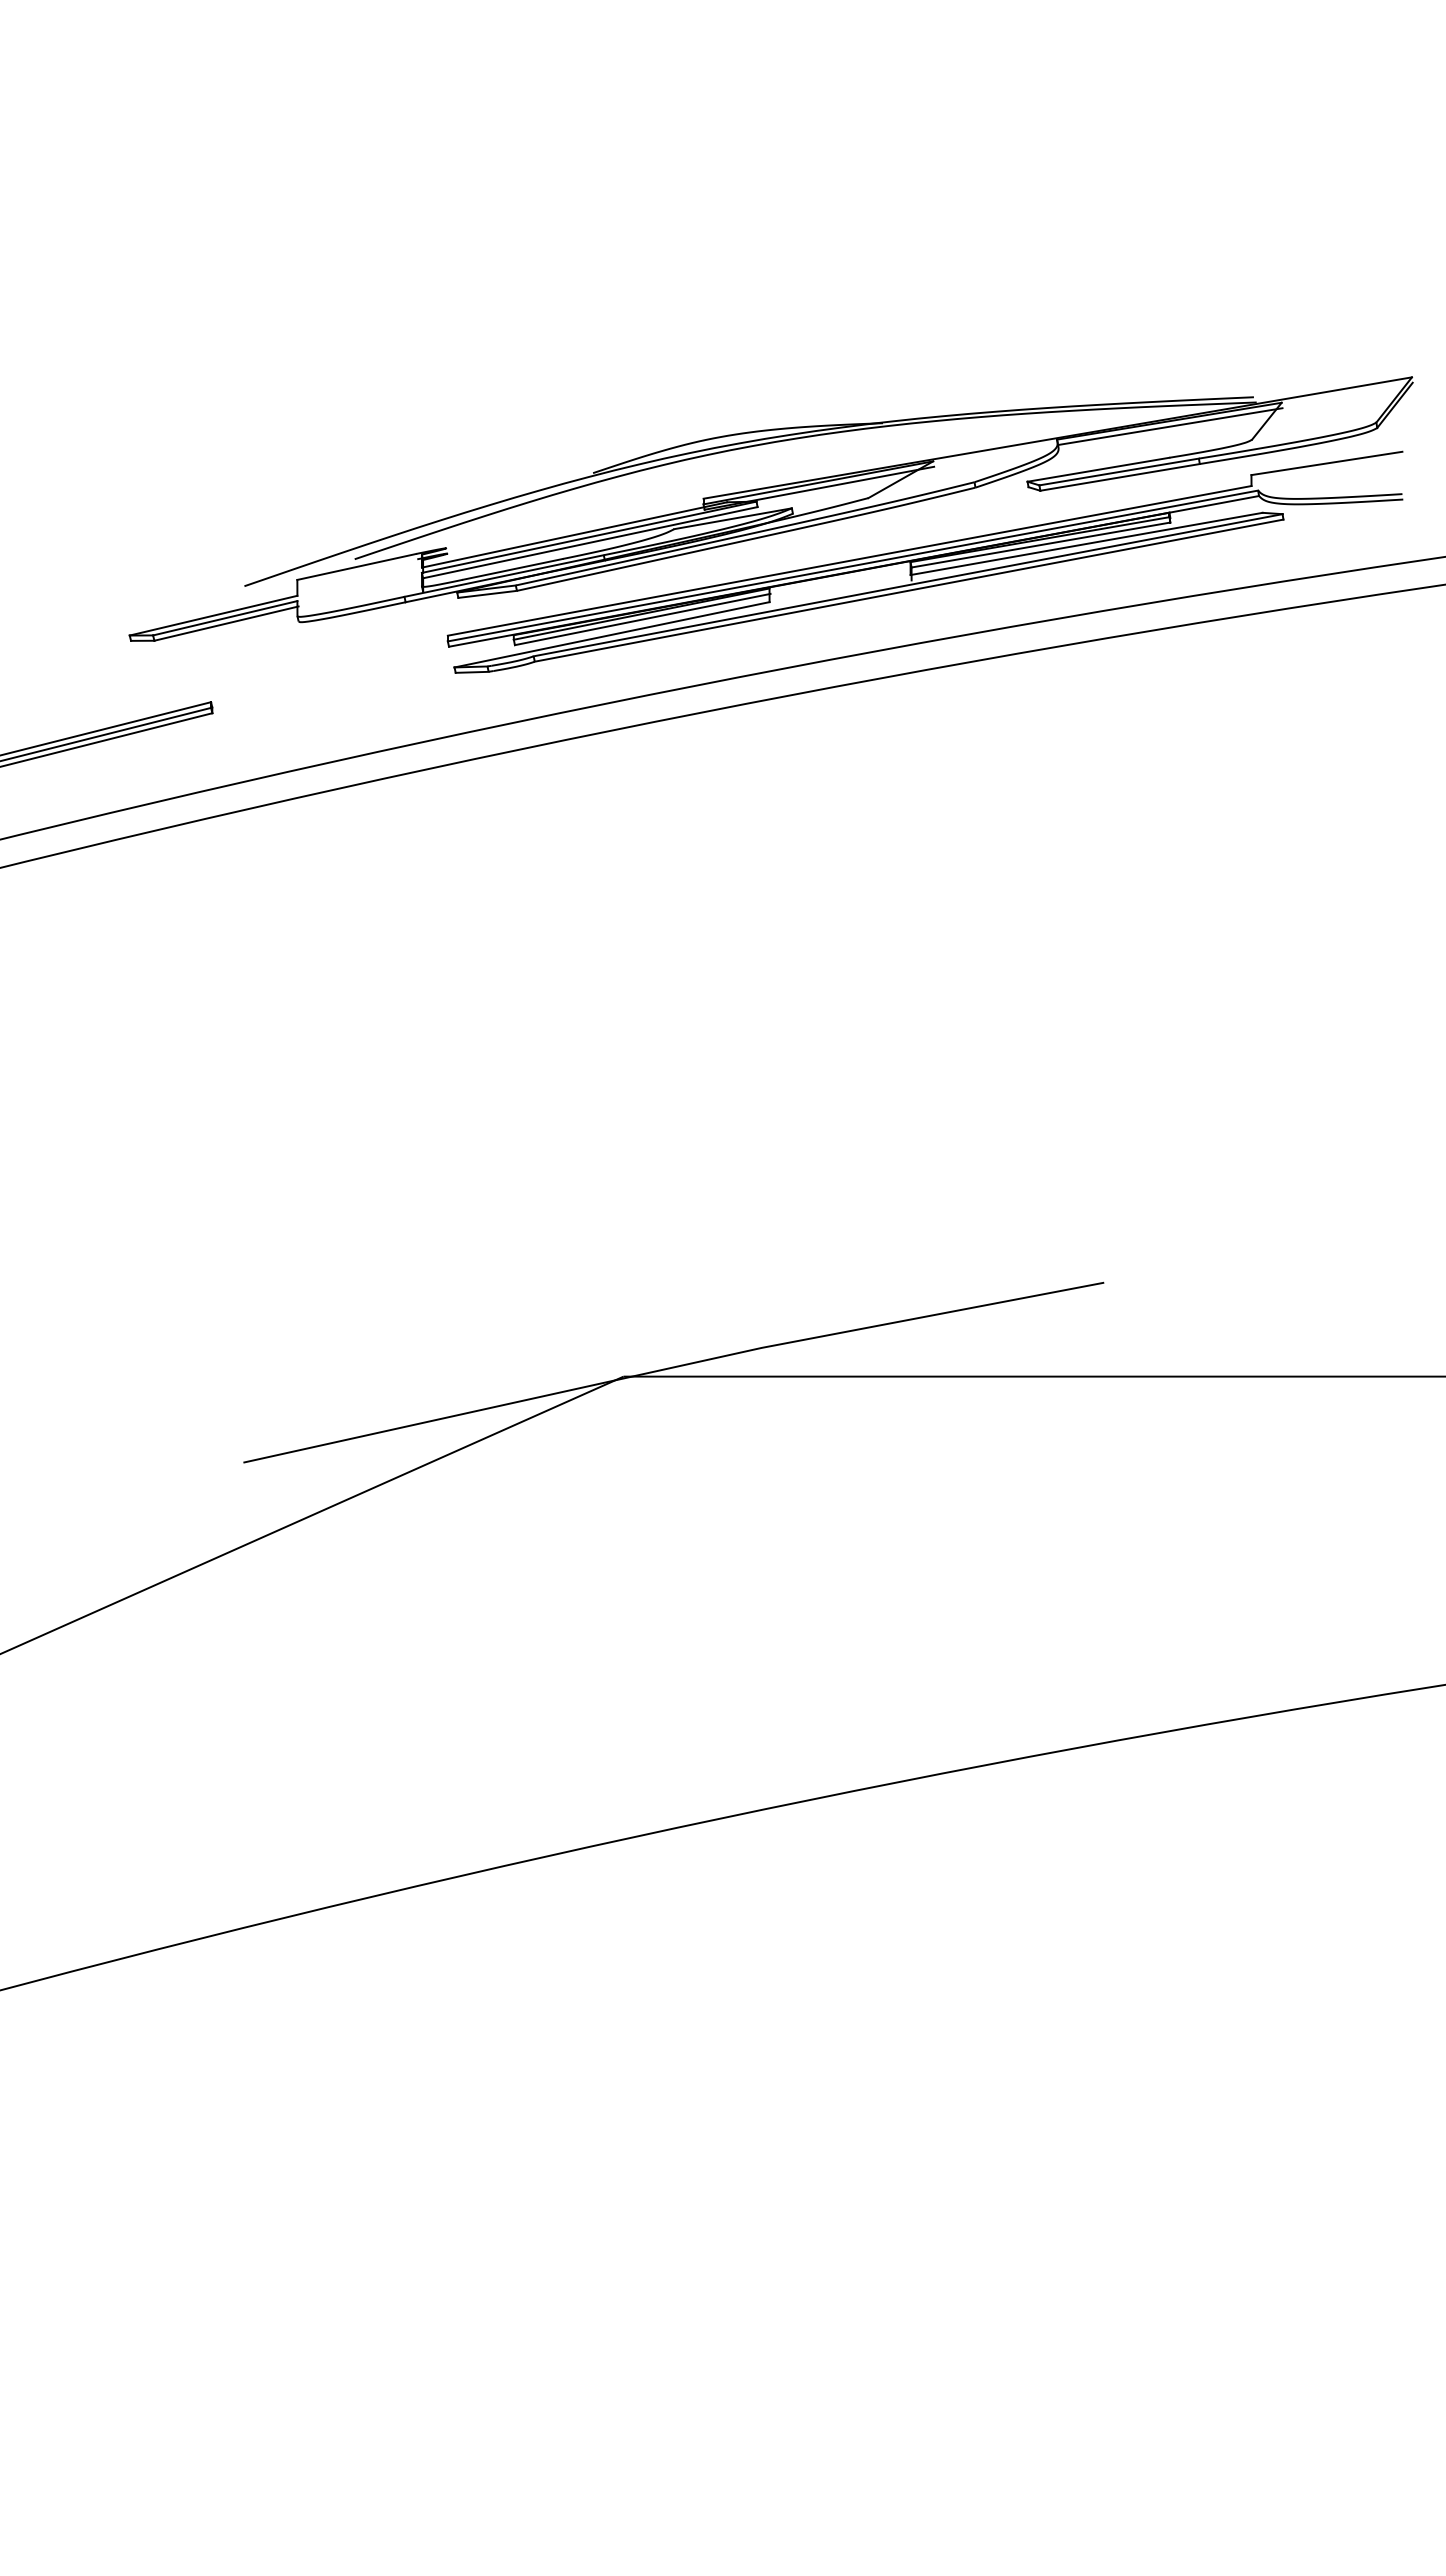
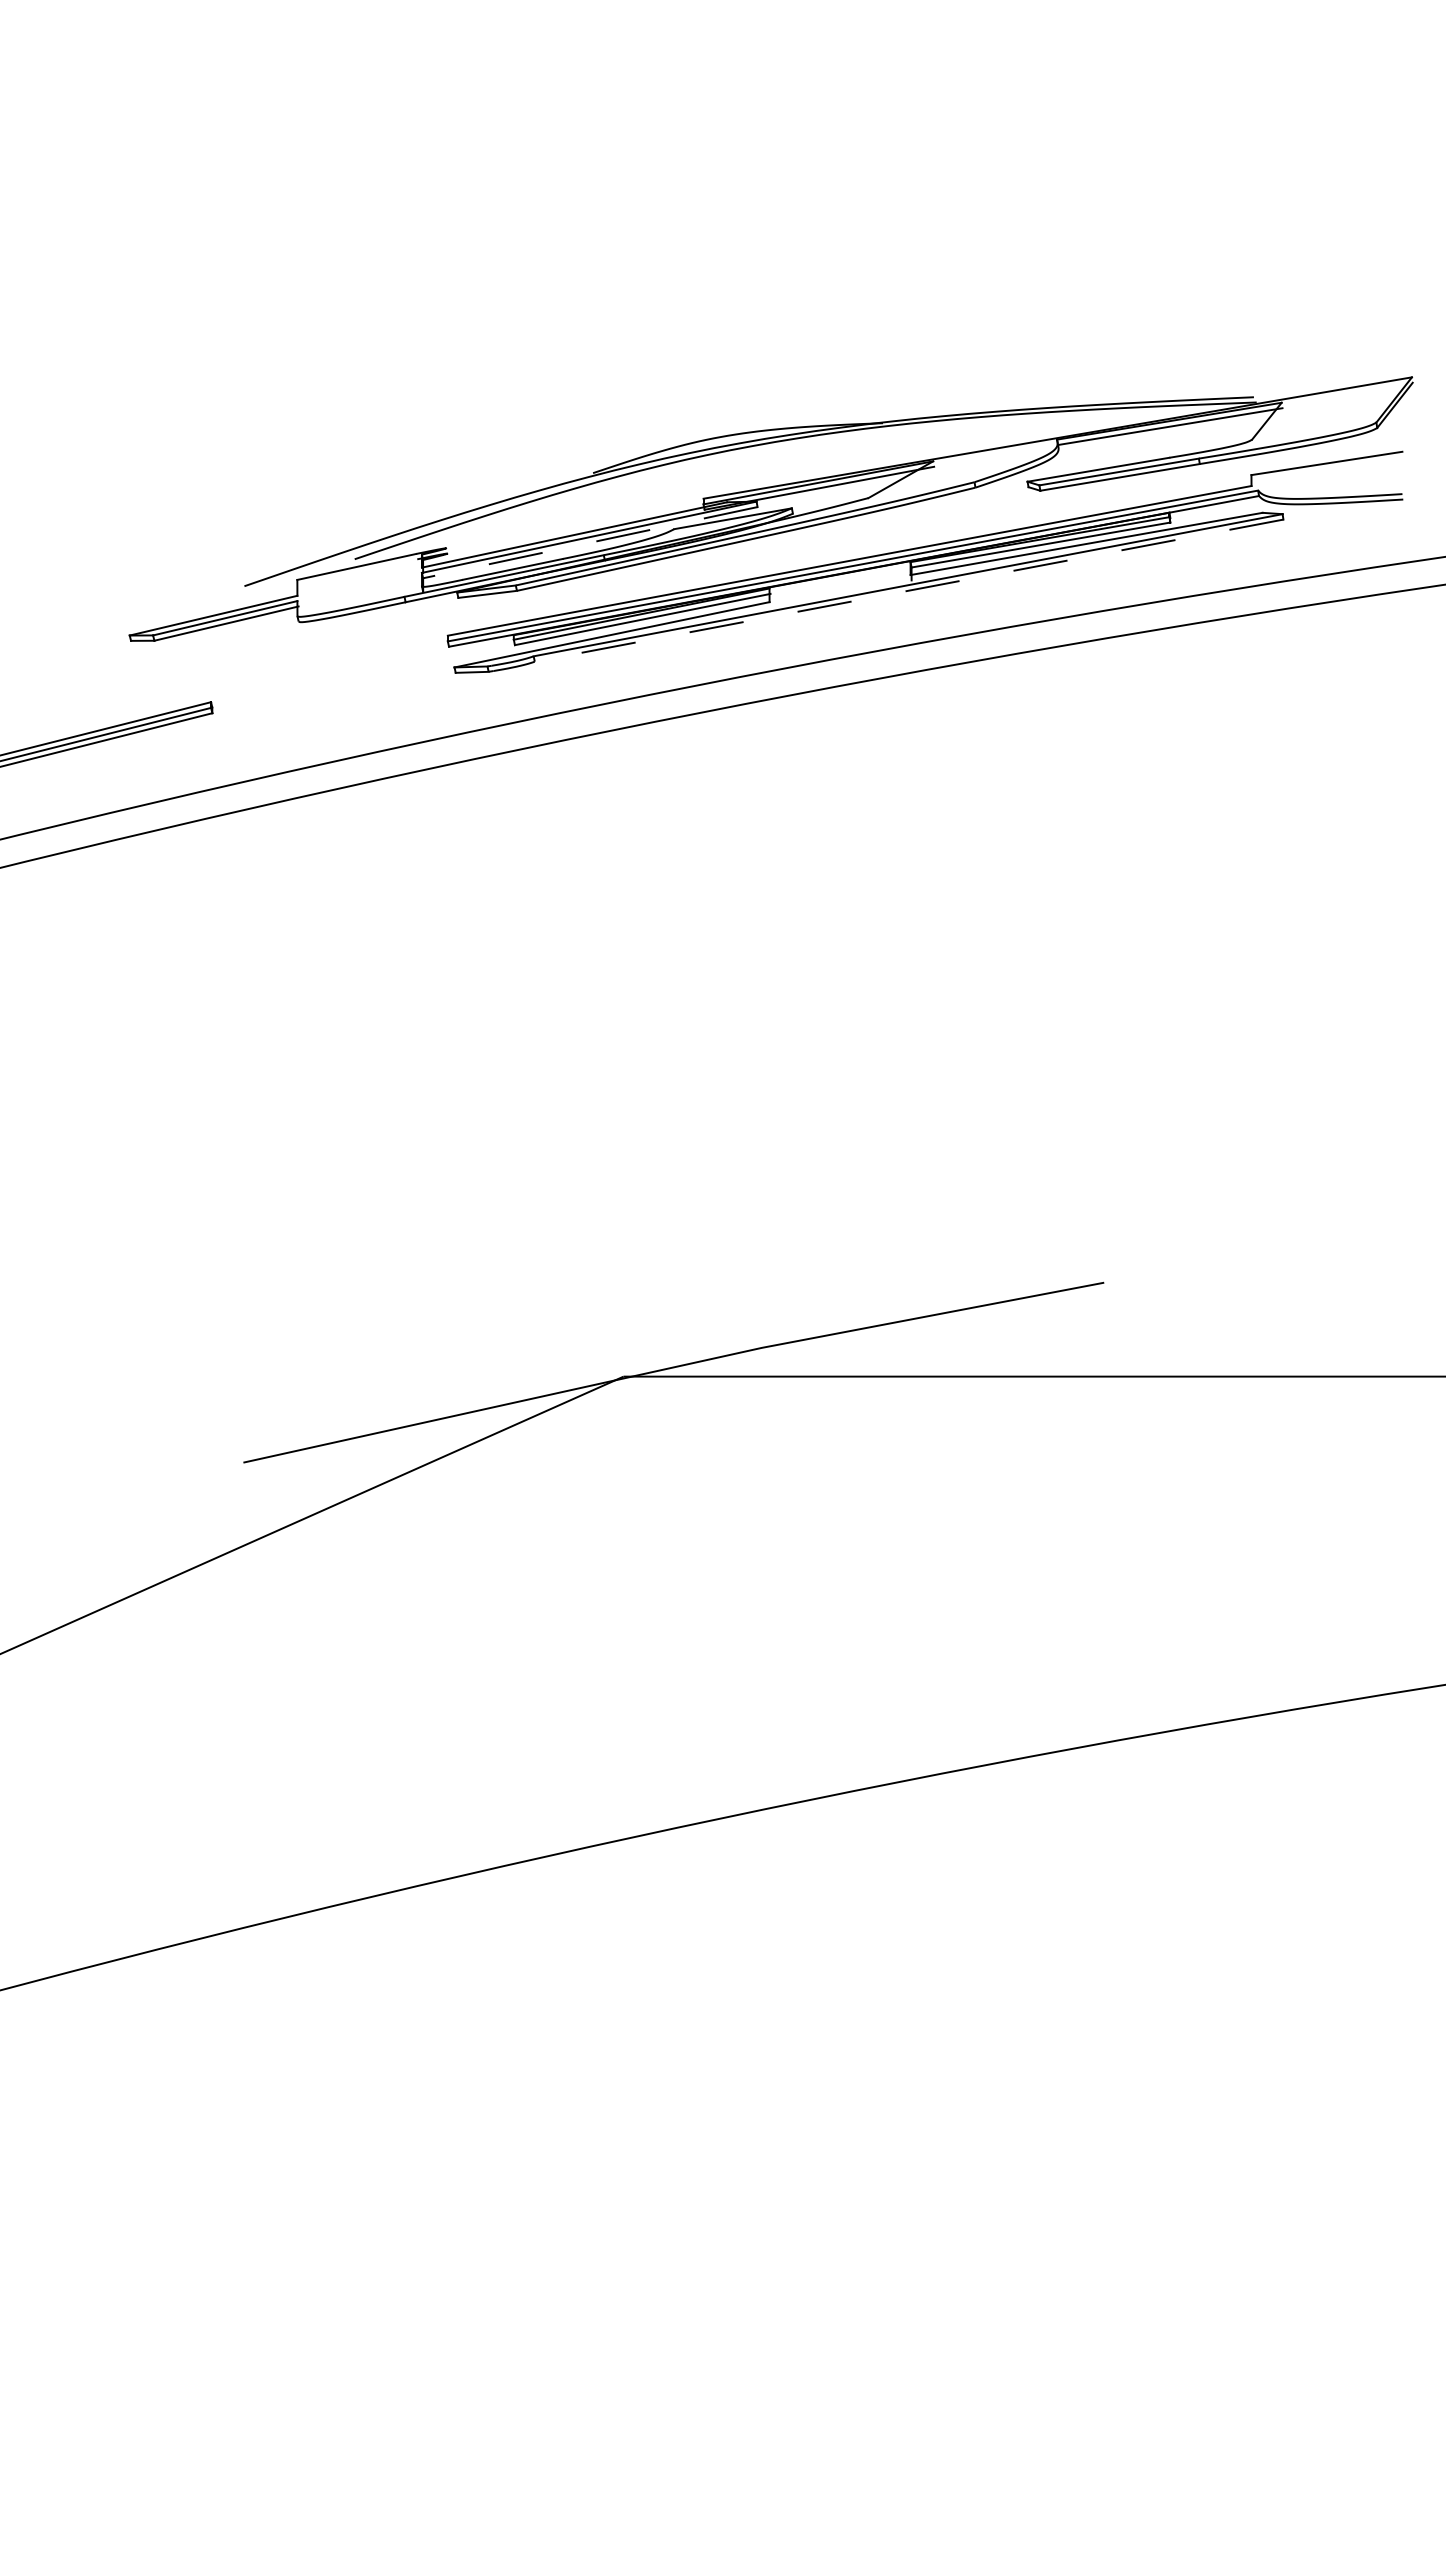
line at (590, 542): solid -> dashed
line at (908, 590): solid -> dashed
